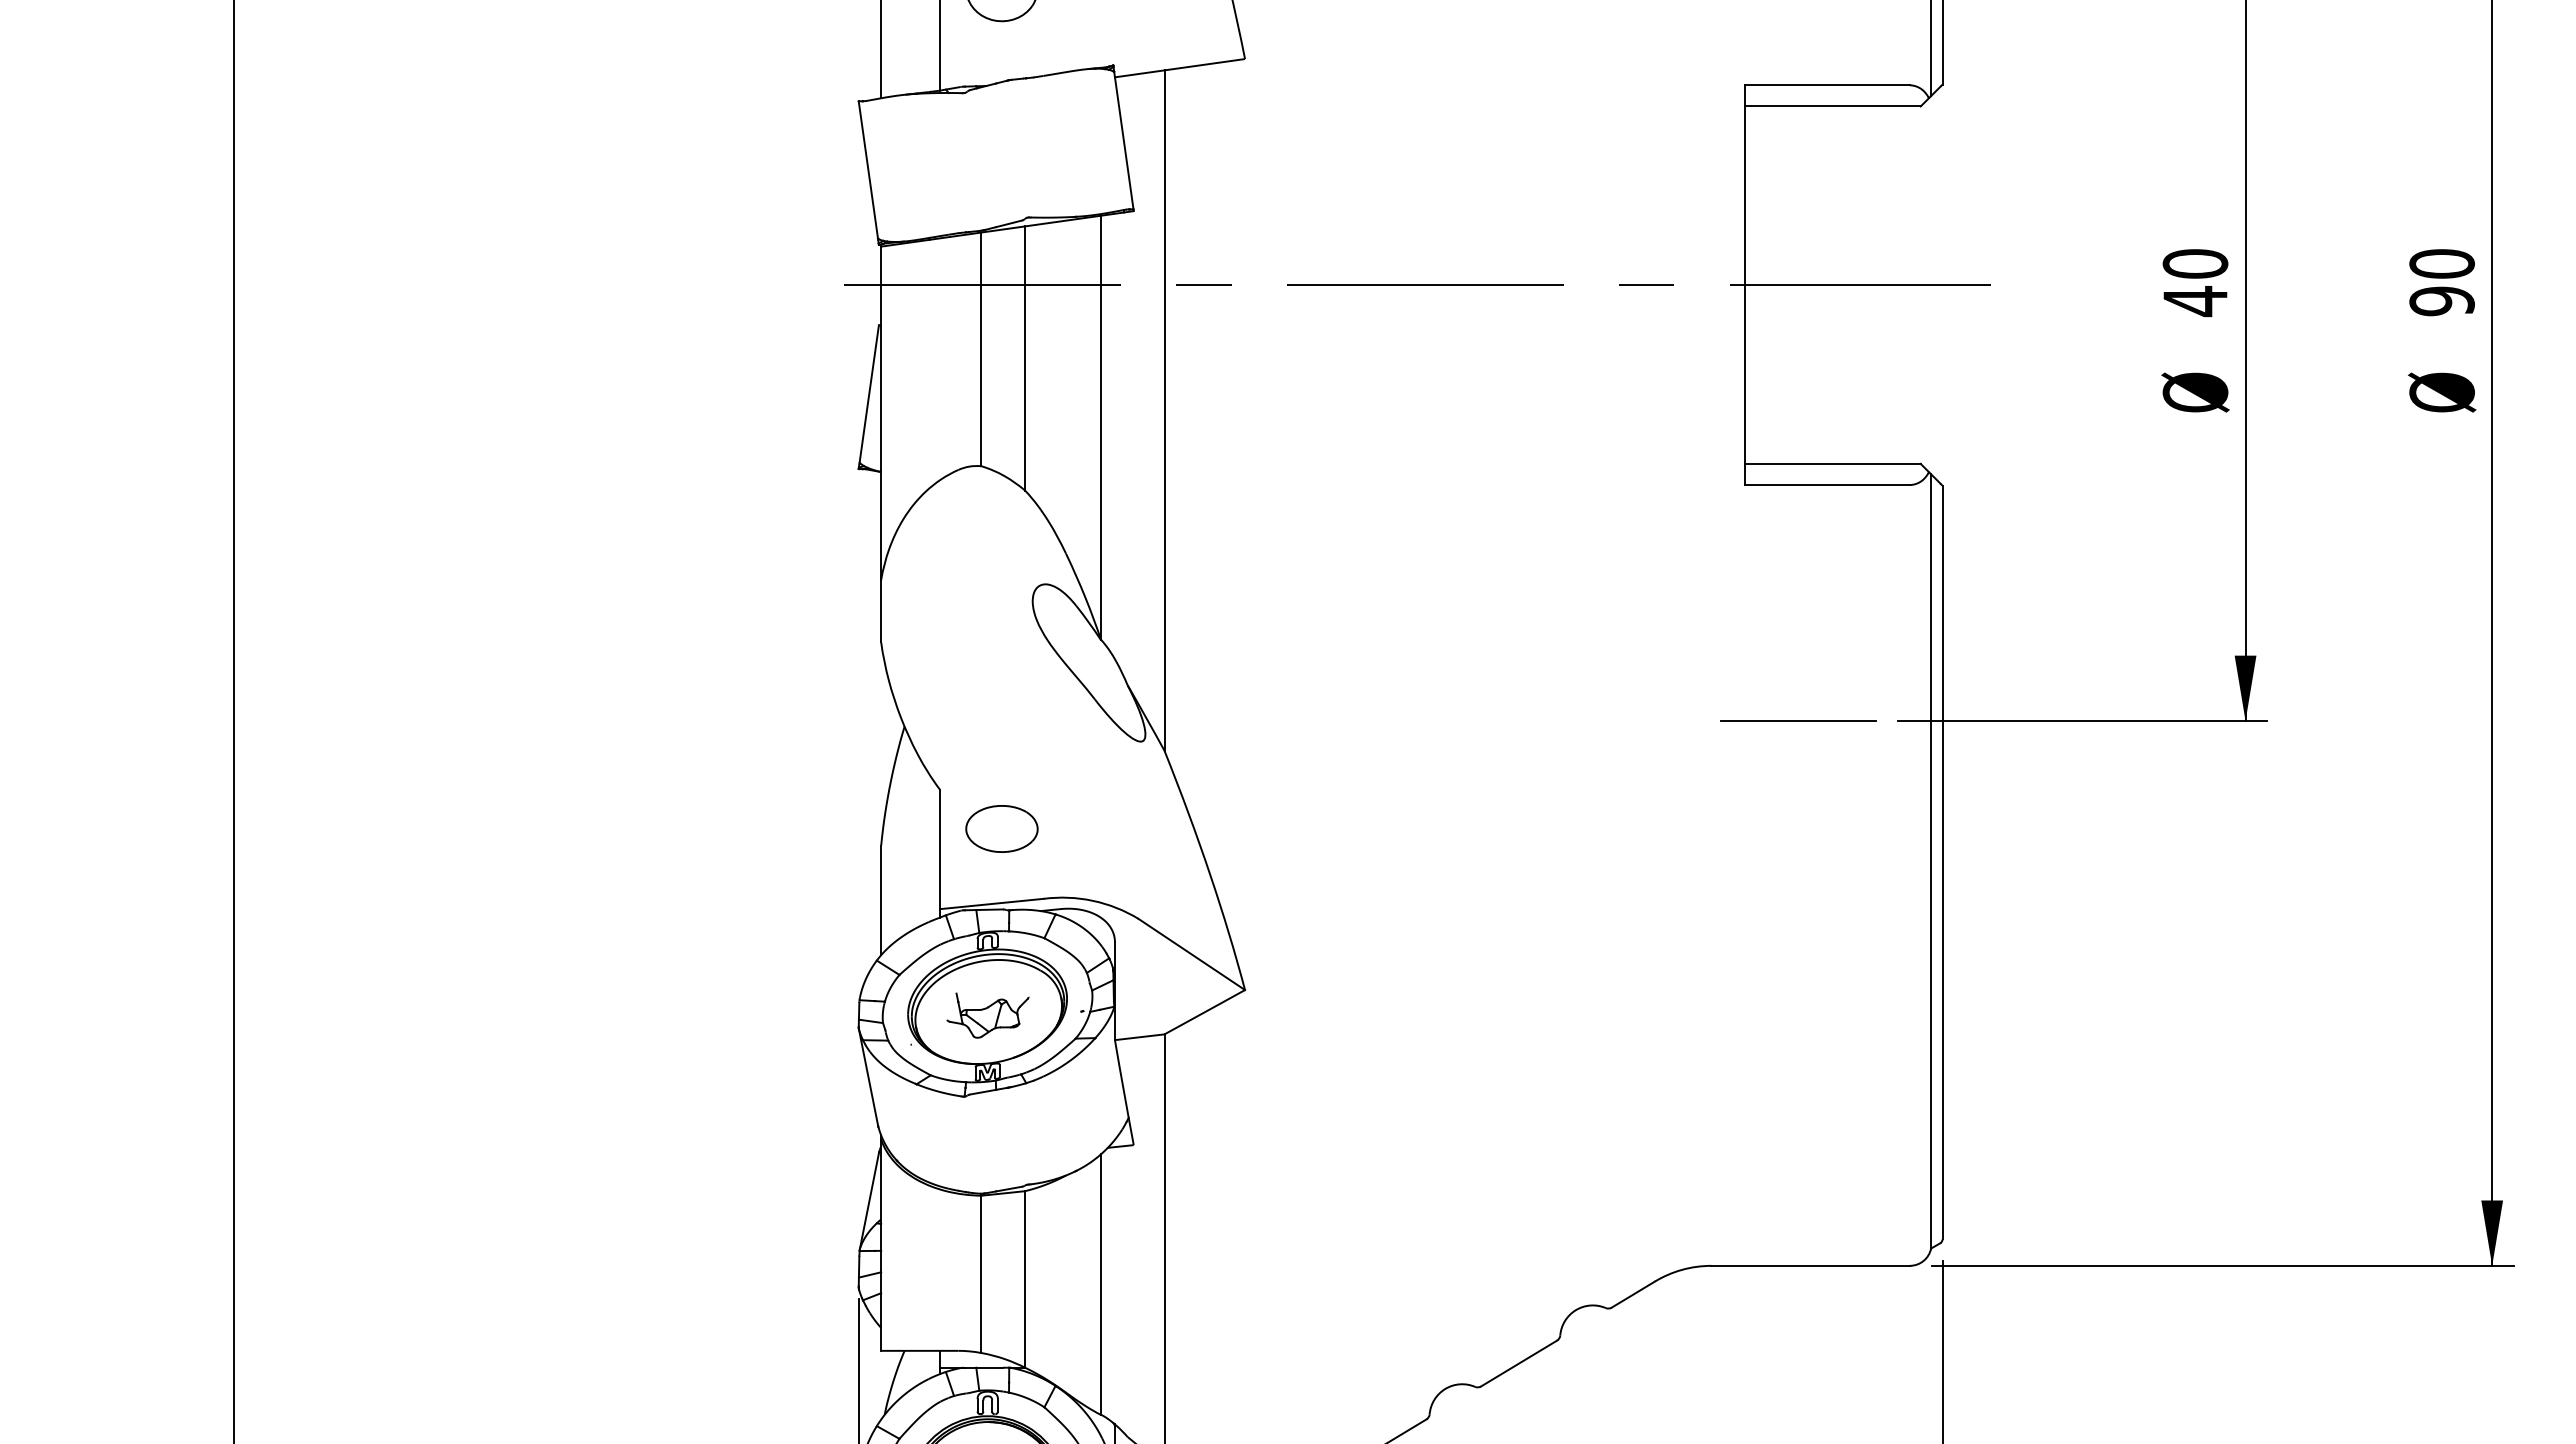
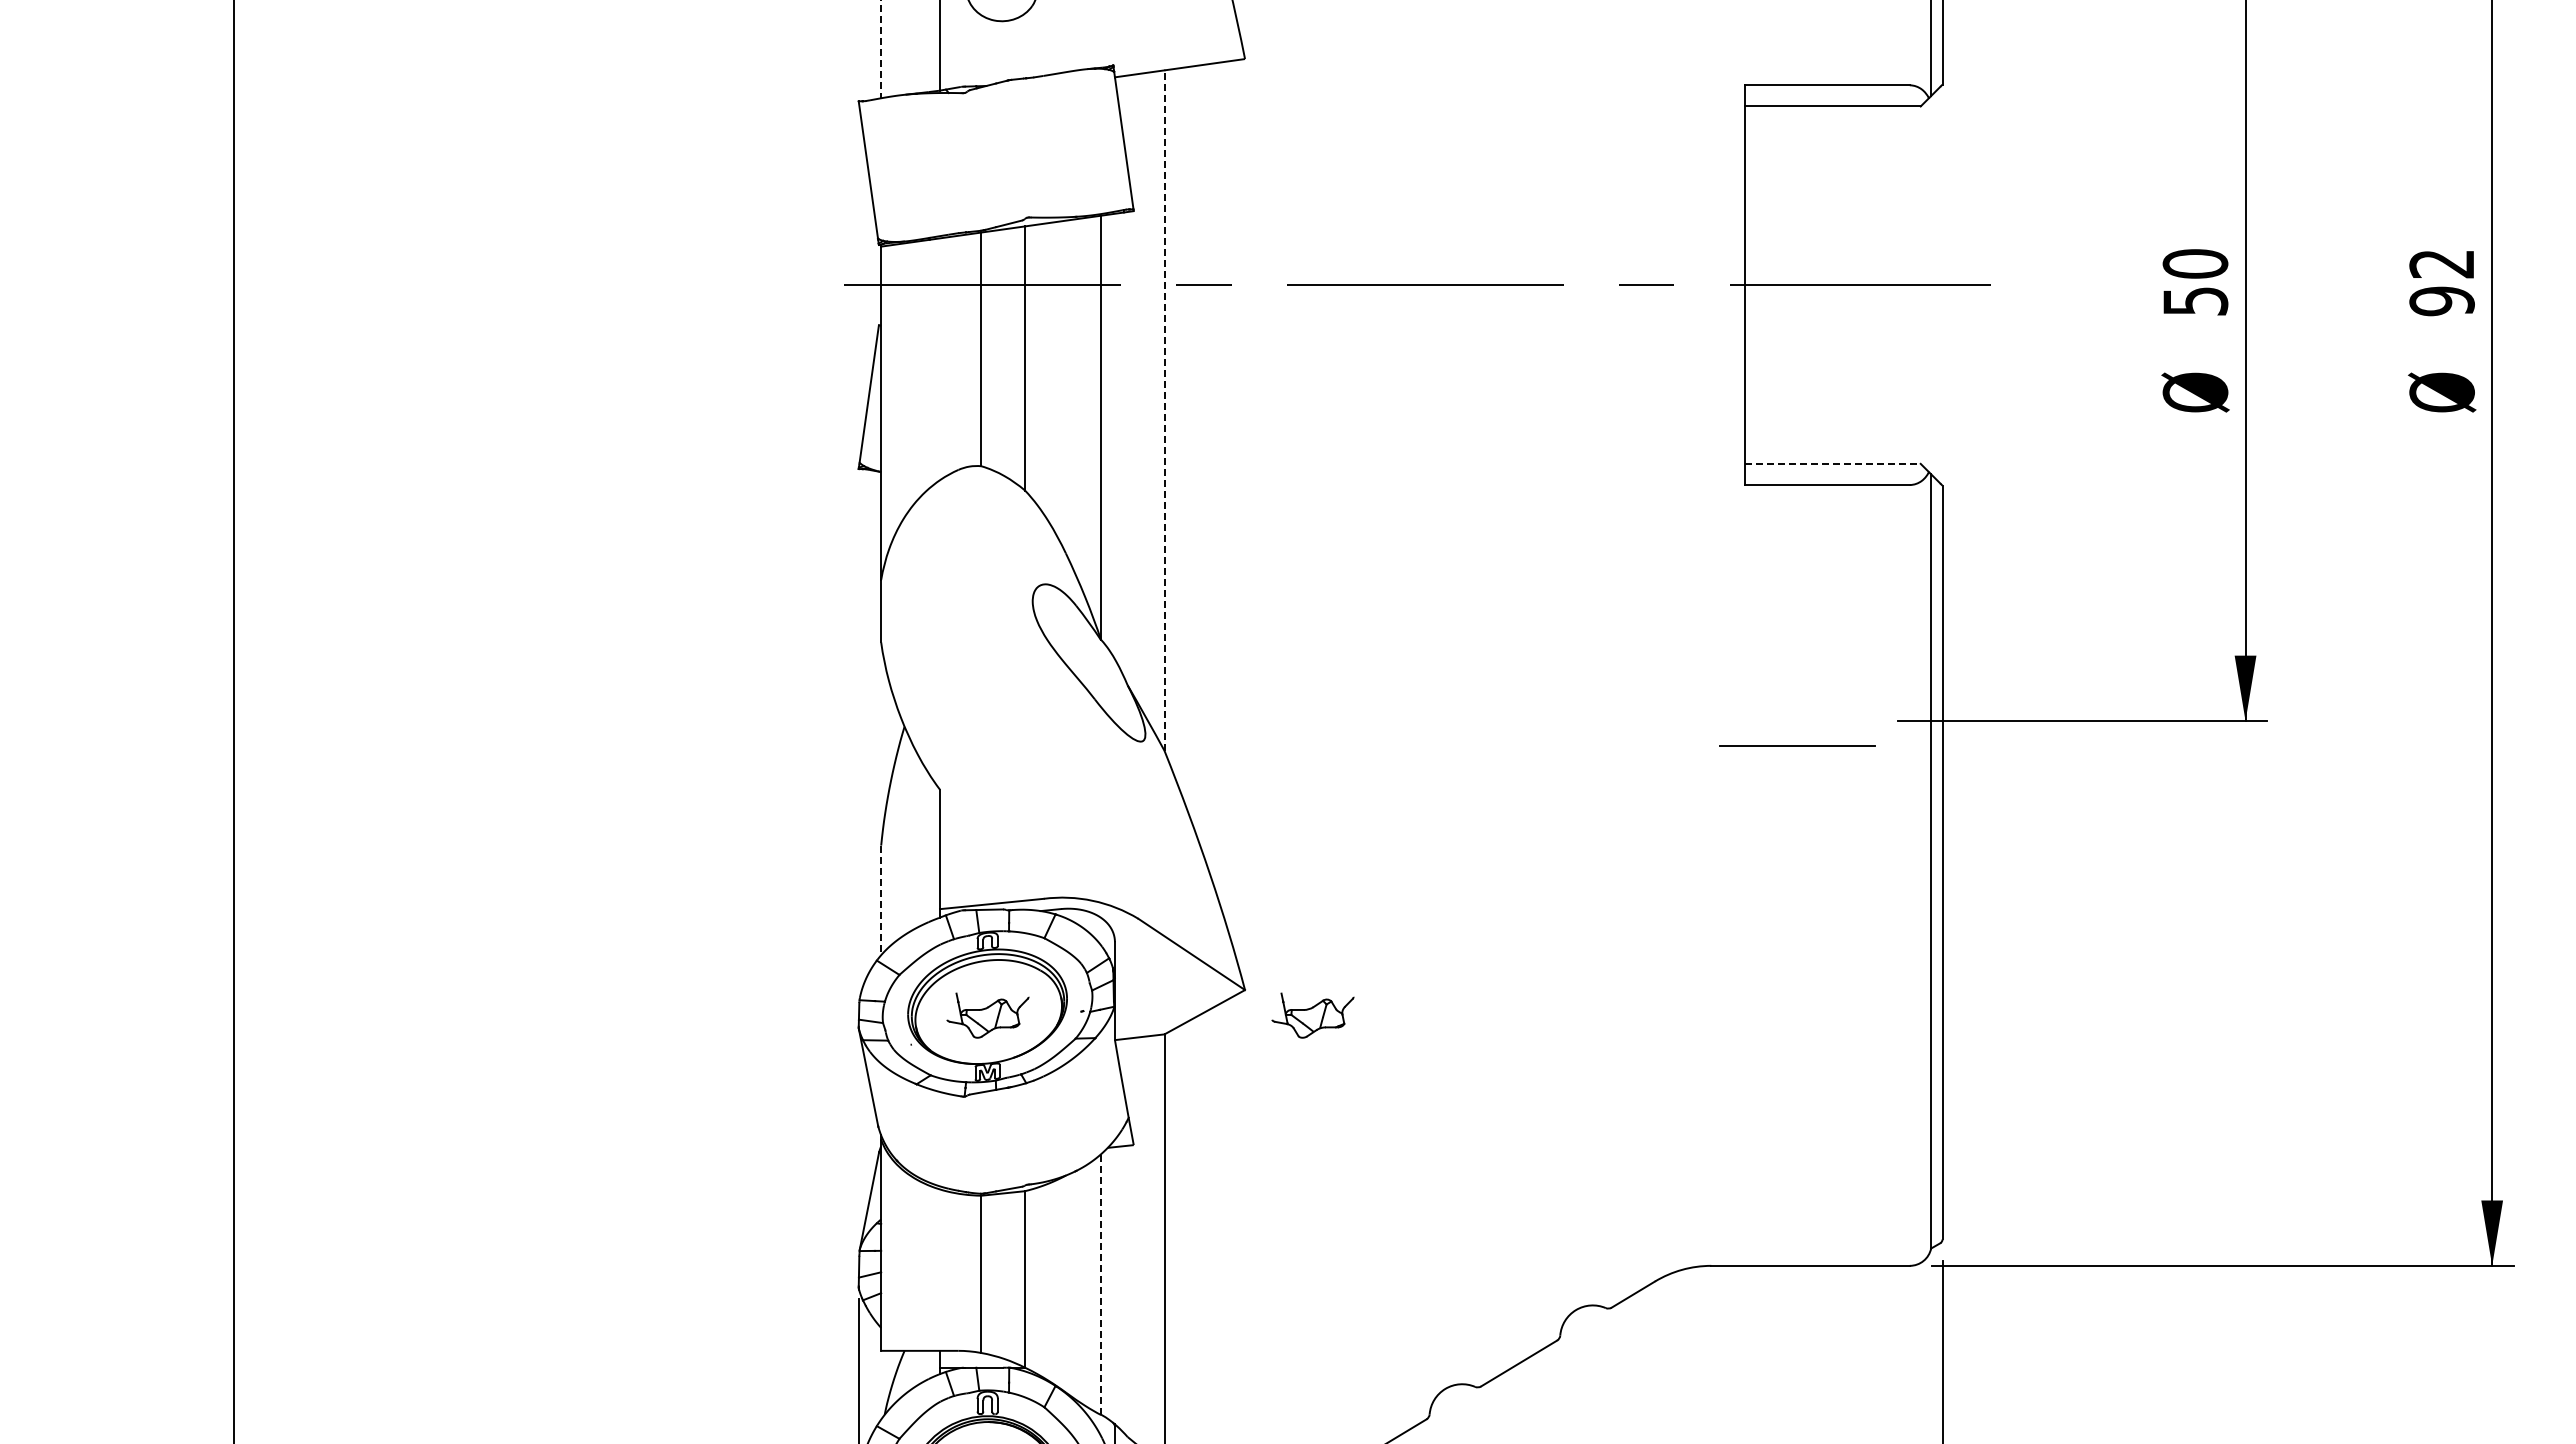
line at (881, 49): solid -> dashed
text at (2441, 263): 90 -> 92
text at (2195, 301): 40 -> 50
line at (1164, 410): solid -> dashed
line at (1833, 463): solid -> dashed
line at (1798, 720) position: (1798, 720) -> (1797, 745)
part at (1001, 828): present -> none
line at (881, 900): solid -> dashed
part at (1312, 1015): none -> present
line at (1101, 1283): solid -> dashed
